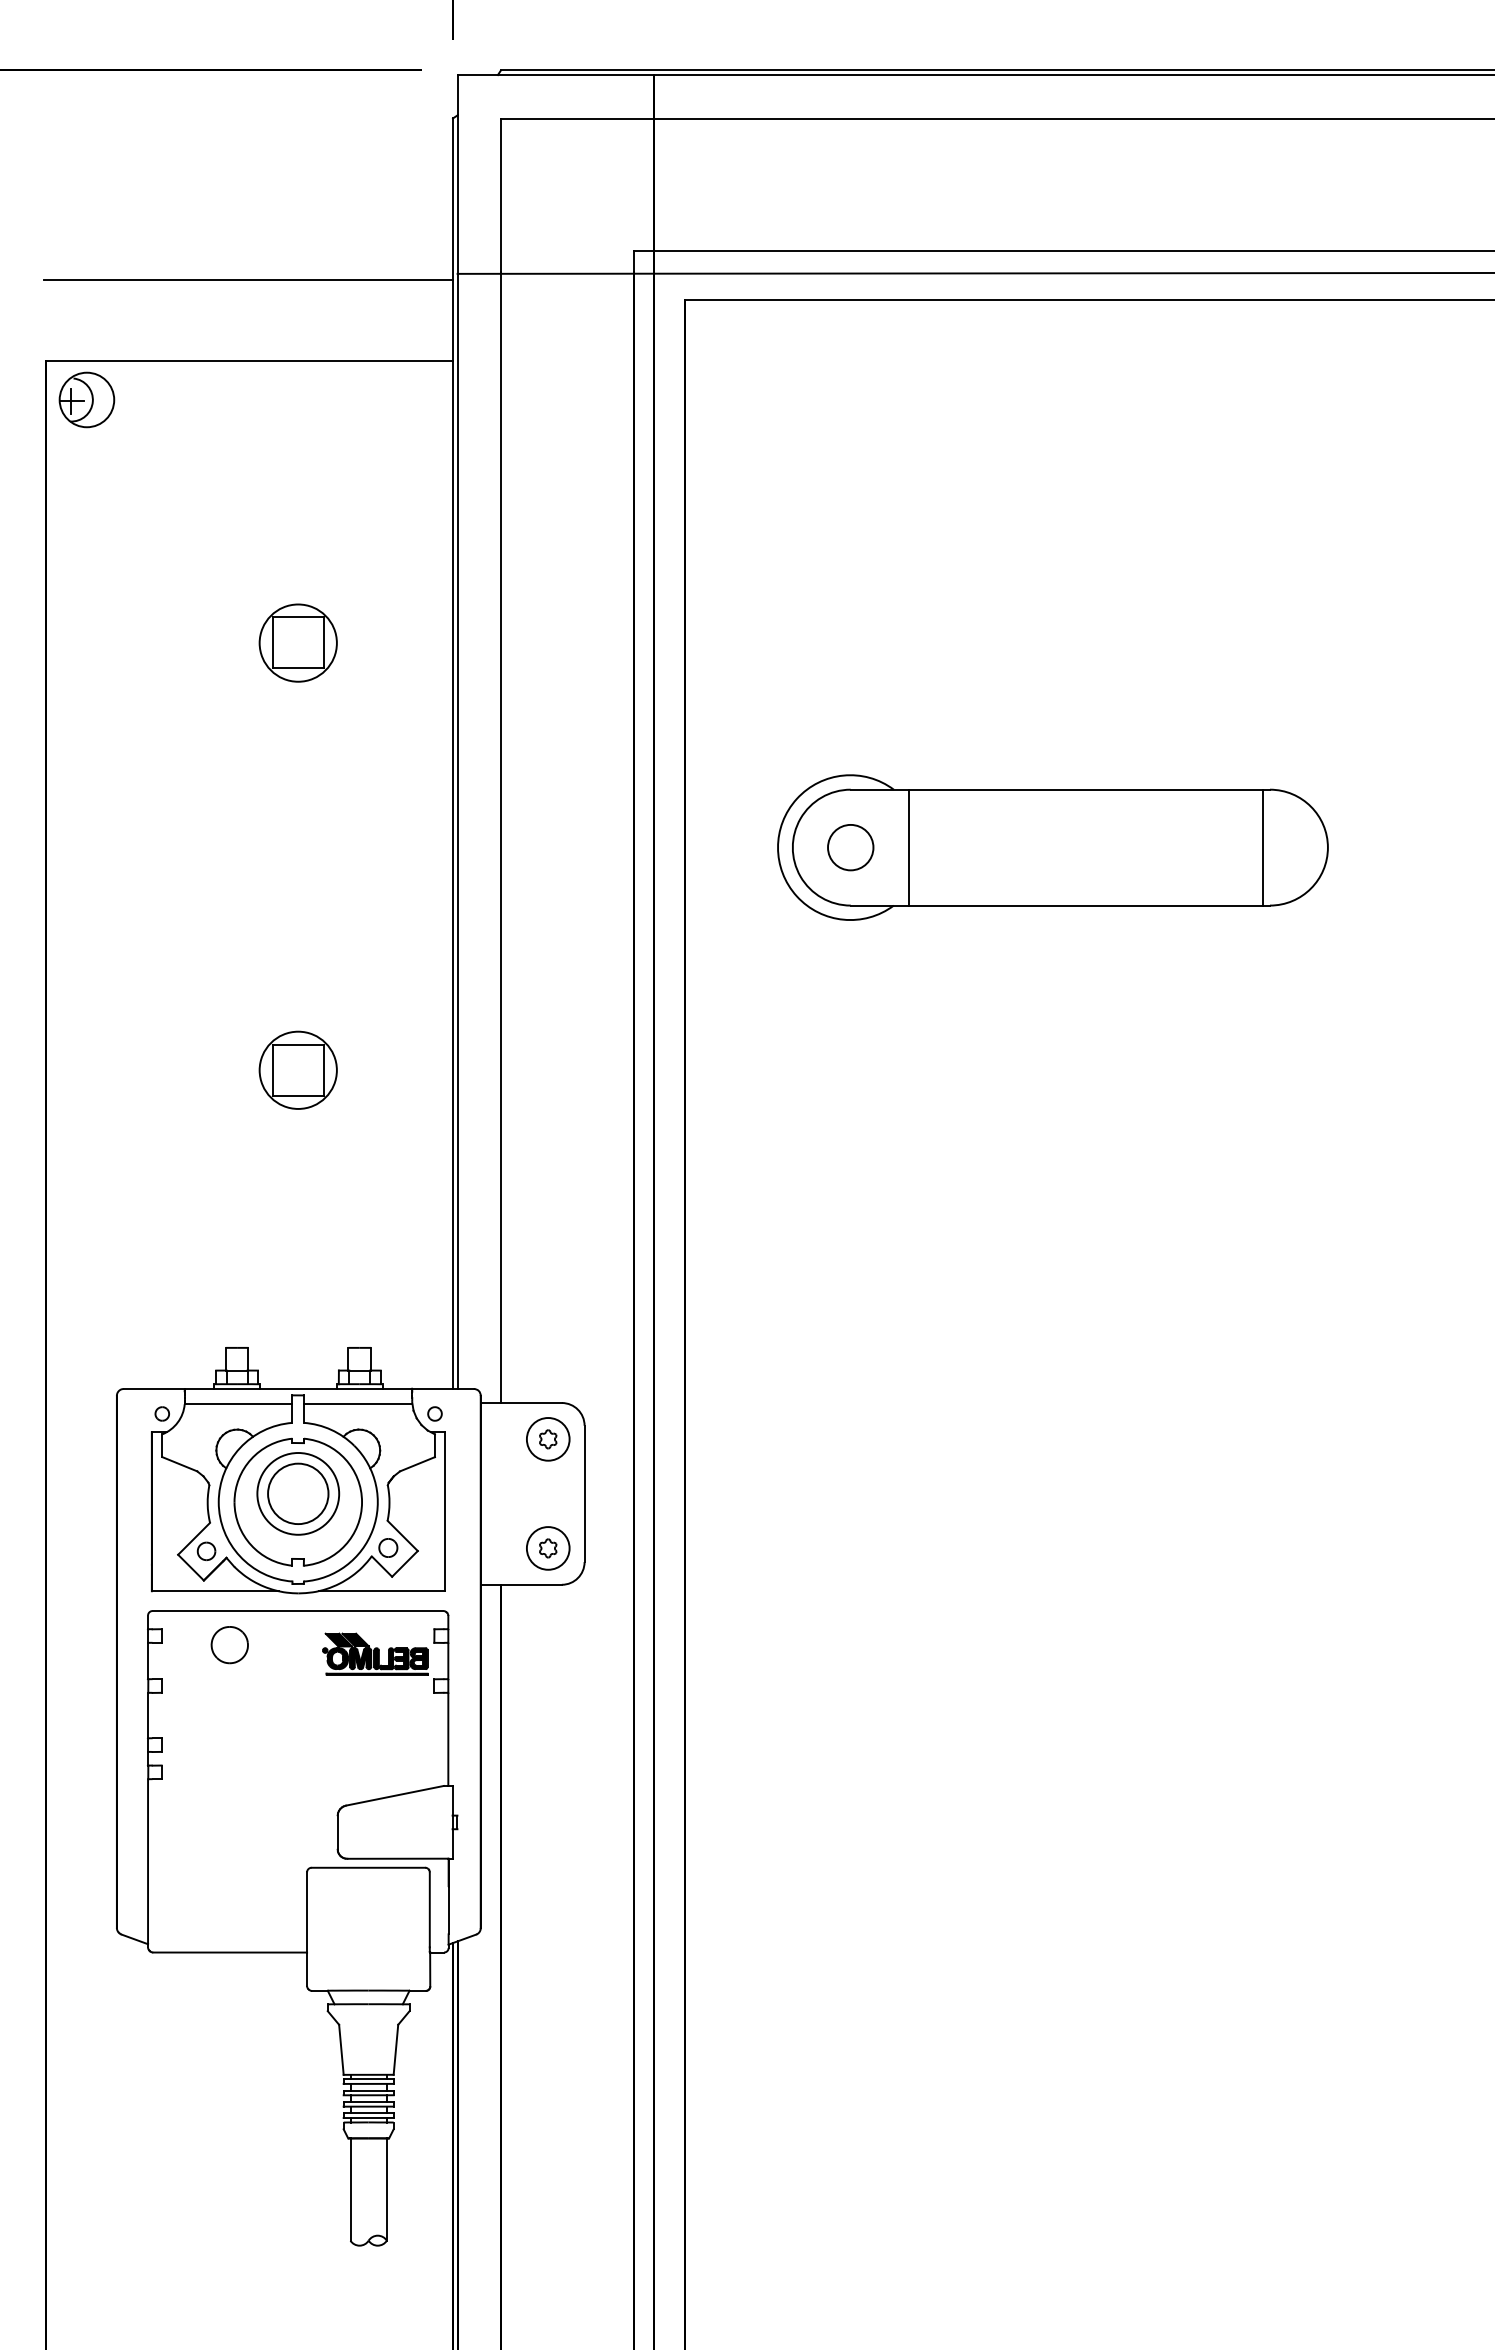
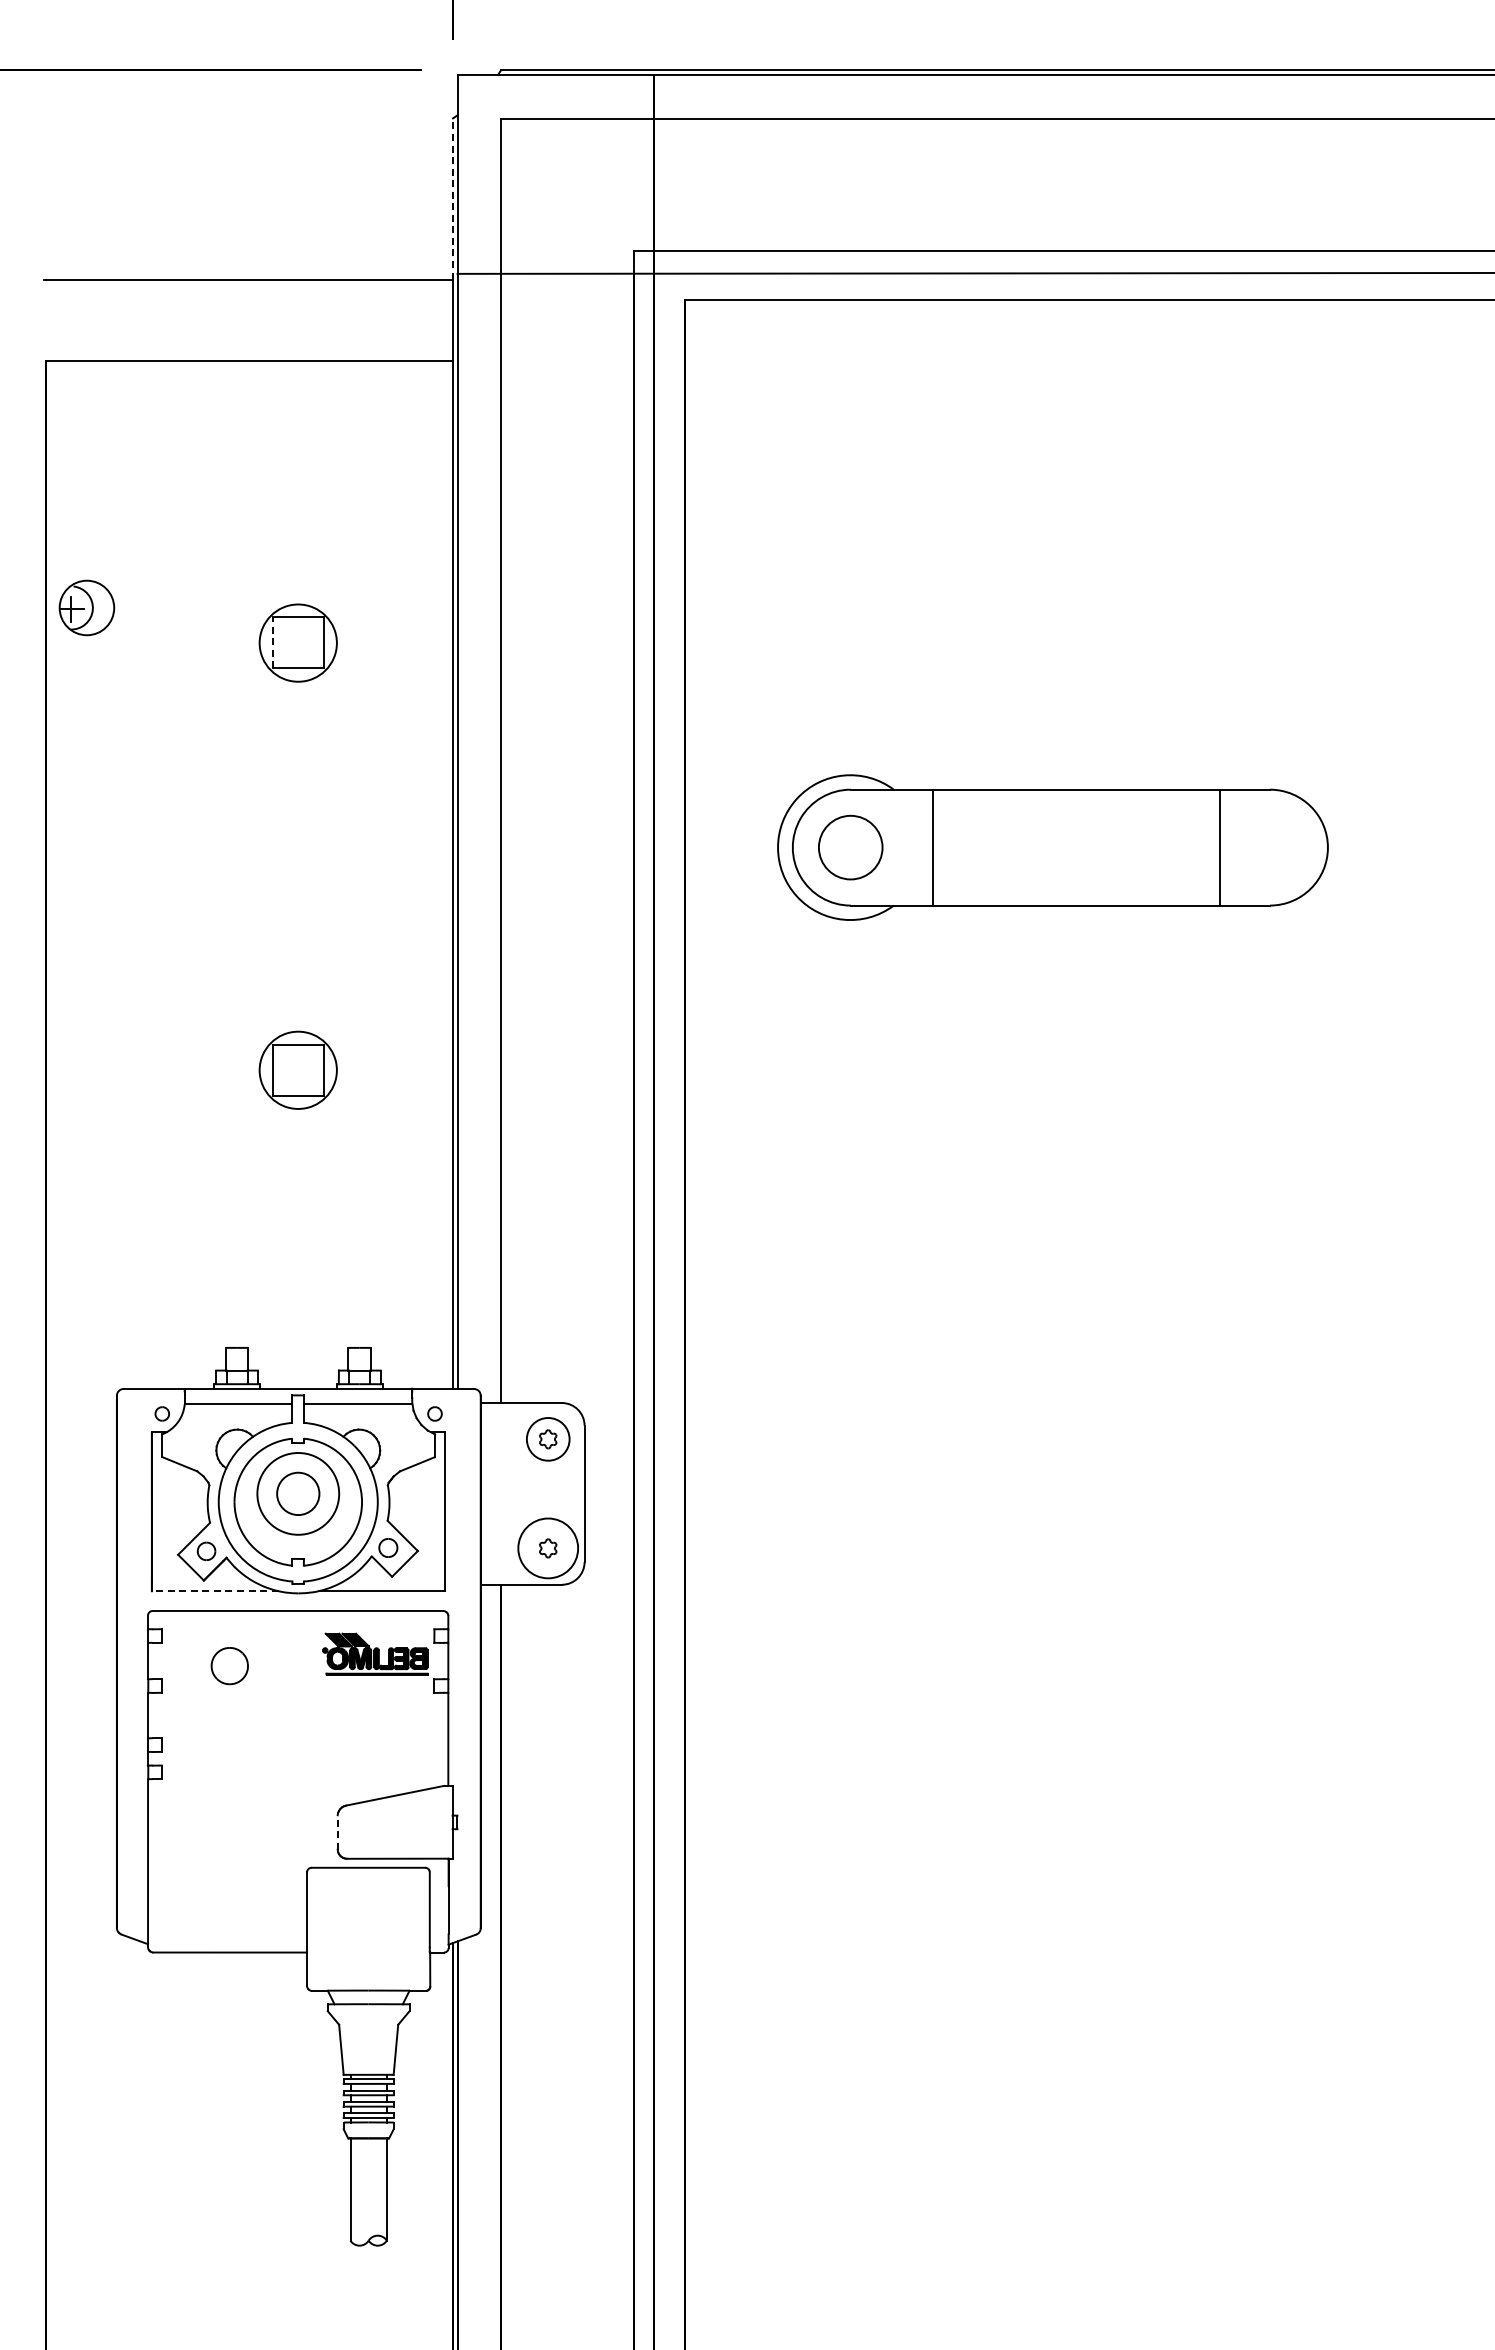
line at (453, 198): solid -> dashed
part at (86, 399) position: (86, 399) -> (86, 607)
line at (272, 642): solid -> dashed
circle at (850, 847) diameter: 45 px -> 64 px
line at (908, 847) position: (908, 847) -> (932, 847)
line at (1262, 847) position: (1262, 847) -> (1219, 847)
circle at (298, 1493) diameter: 60 px -> 42 px
circle at (547, 1548) diameter: 43 px -> 60 px
line at (214, 1591): solid -> dashed
part at (229, 1645) position: (229, 1645) -> (229, 1666)
line at (337, 1832): solid -> dashed
